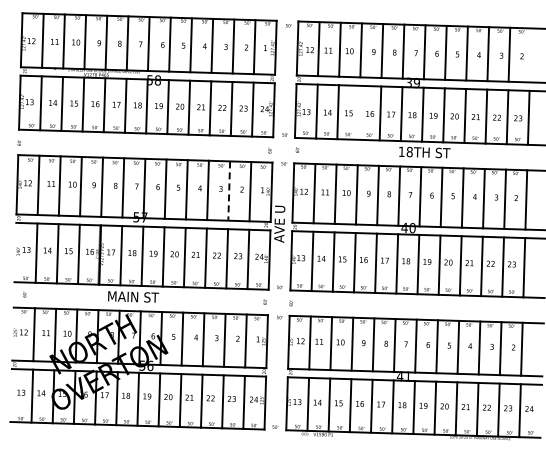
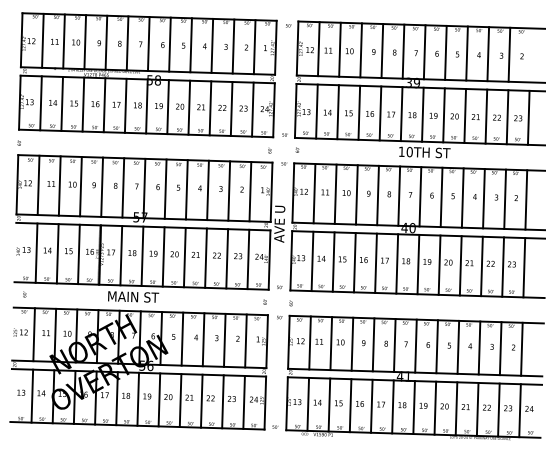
line at (359, 112): none -> present
text at (409, 151): 18TH -> 10TH
line at (229, 191): dashed -> solid
